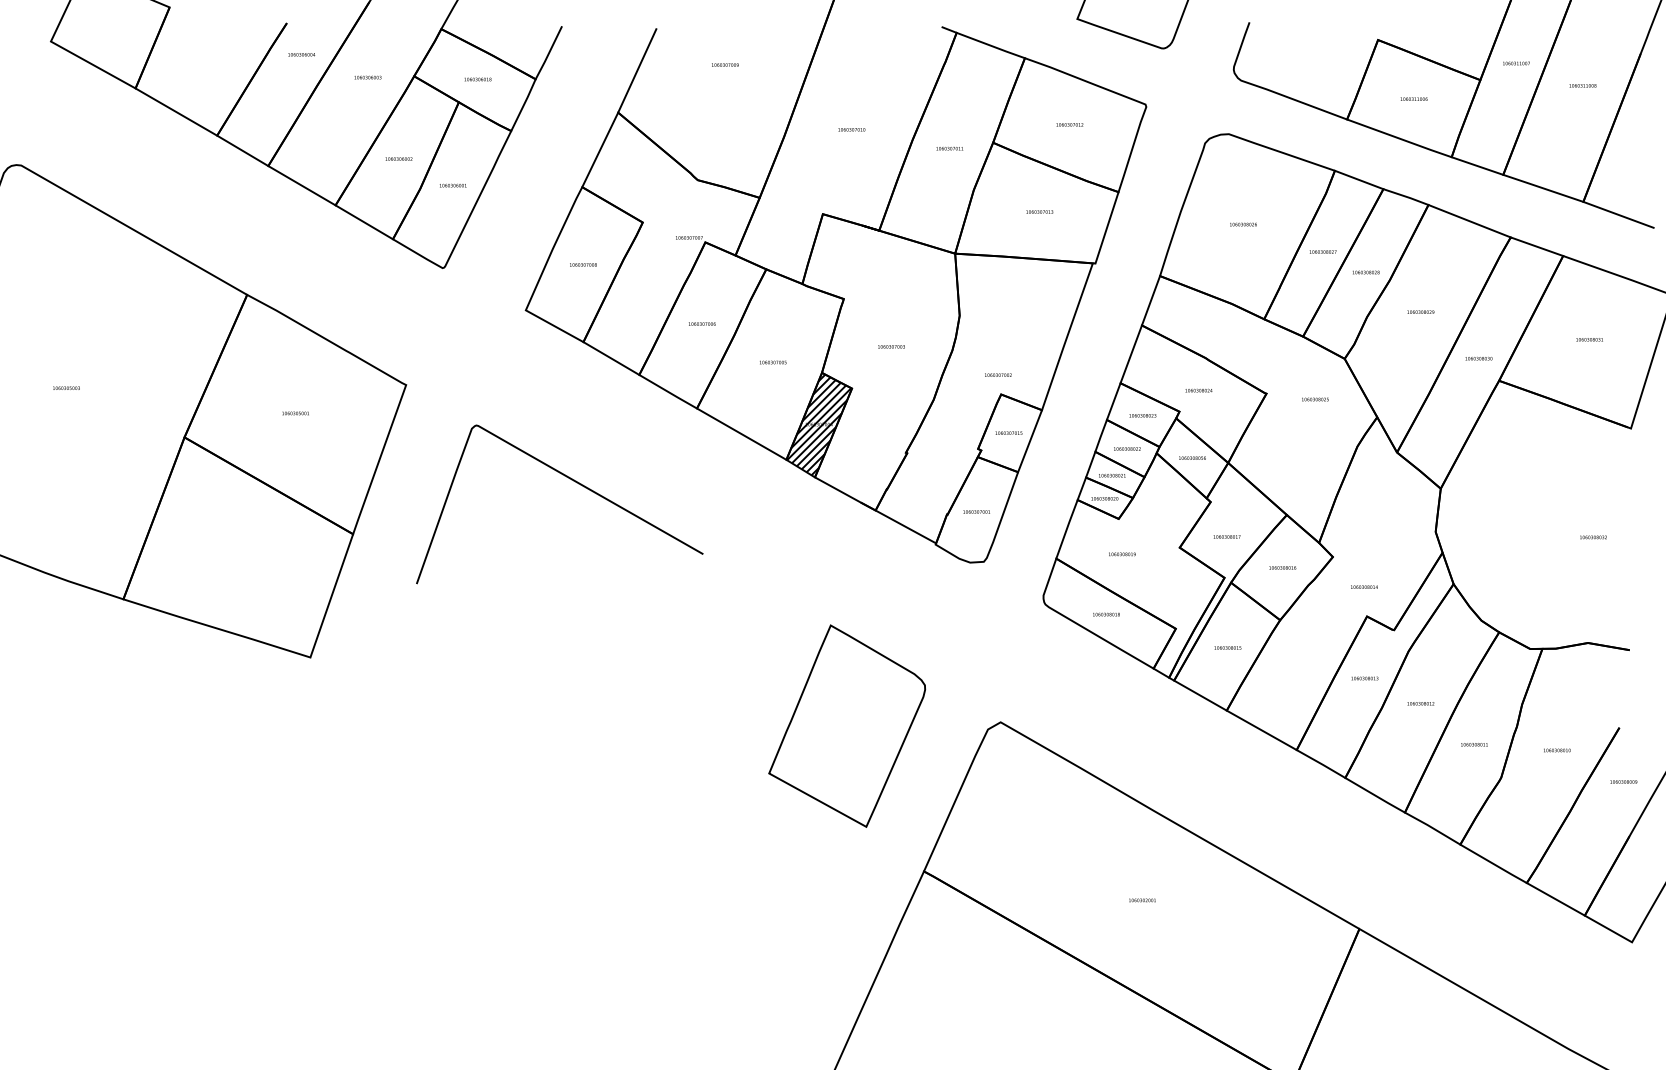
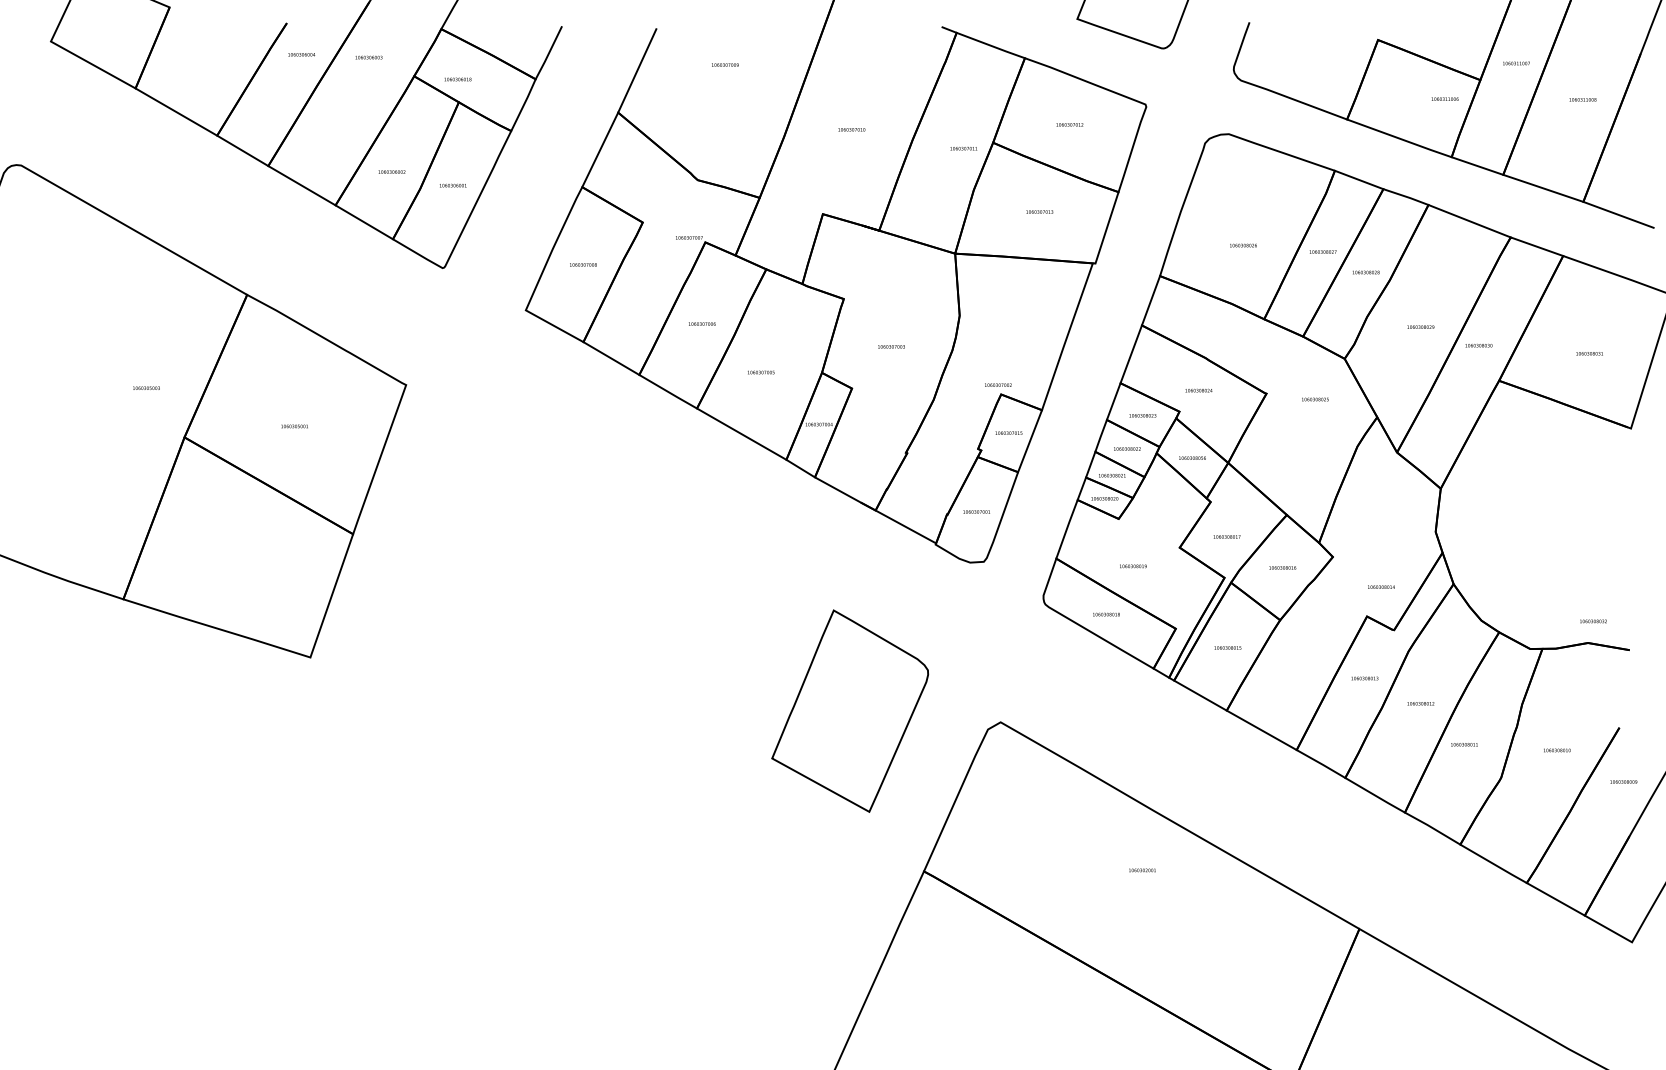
text at (367, 77) position: (367, 77) -> (368, 57)
text at (477, 79) position: (477, 79) -> (457, 79)
text at (1582, 85) position: (1582, 85) -> (1582, 99)
text at (1413, 98) position: (1413, 98) -> (1444, 98)
text at (949, 148) position: (949, 148) -> (963, 148)
text at (398, 158) position: (398, 158) -> (391, 171)
text at (1243, 224) position: (1243, 224) -> (1243, 245)
text at (1420, 311) position: (1420, 311) -> (1420, 326)
text at (1589, 339) position: (1589, 339) -> (1589, 353)
text at (1478, 358) position: (1478, 358) -> (1478, 345)
text at (773, 362) position: (773, 362) -> (761, 372)
text at (998, 374) position: (998, 374) -> (998, 384)
text at (66, 387) position: (66, 387) -> (146, 387)
text at (295, 413) position: (295, 413) -> (294, 426)
hatch at (819, 424): present -> none
curve at (571, 480): present -> none
text at (1593, 537) position: (1593, 537) -> (1593, 621)
text at (1122, 554) position: (1122, 554) -> (1133, 566)
text at (1364, 586) position: (1364, 586) -> (1381, 586)
part at (847, 725) position: (847, 725) -> (850, 710)
text at (1474, 744) position: (1474, 744) -> (1464, 744)
text at (1142, 900) position: (1142, 900) -> (1142, 870)
